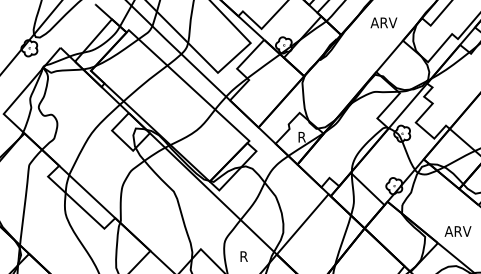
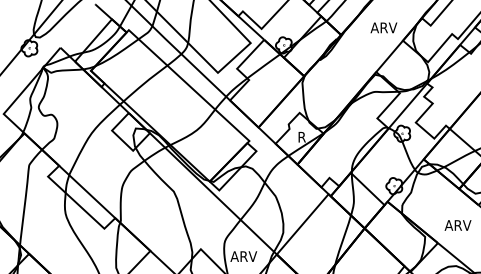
text at (383, 22) position: (383, 22) -> (383, 27)
text at (457, 231) position: (457, 231) -> (457, 225)
text at (243, 256): R -> ARV
